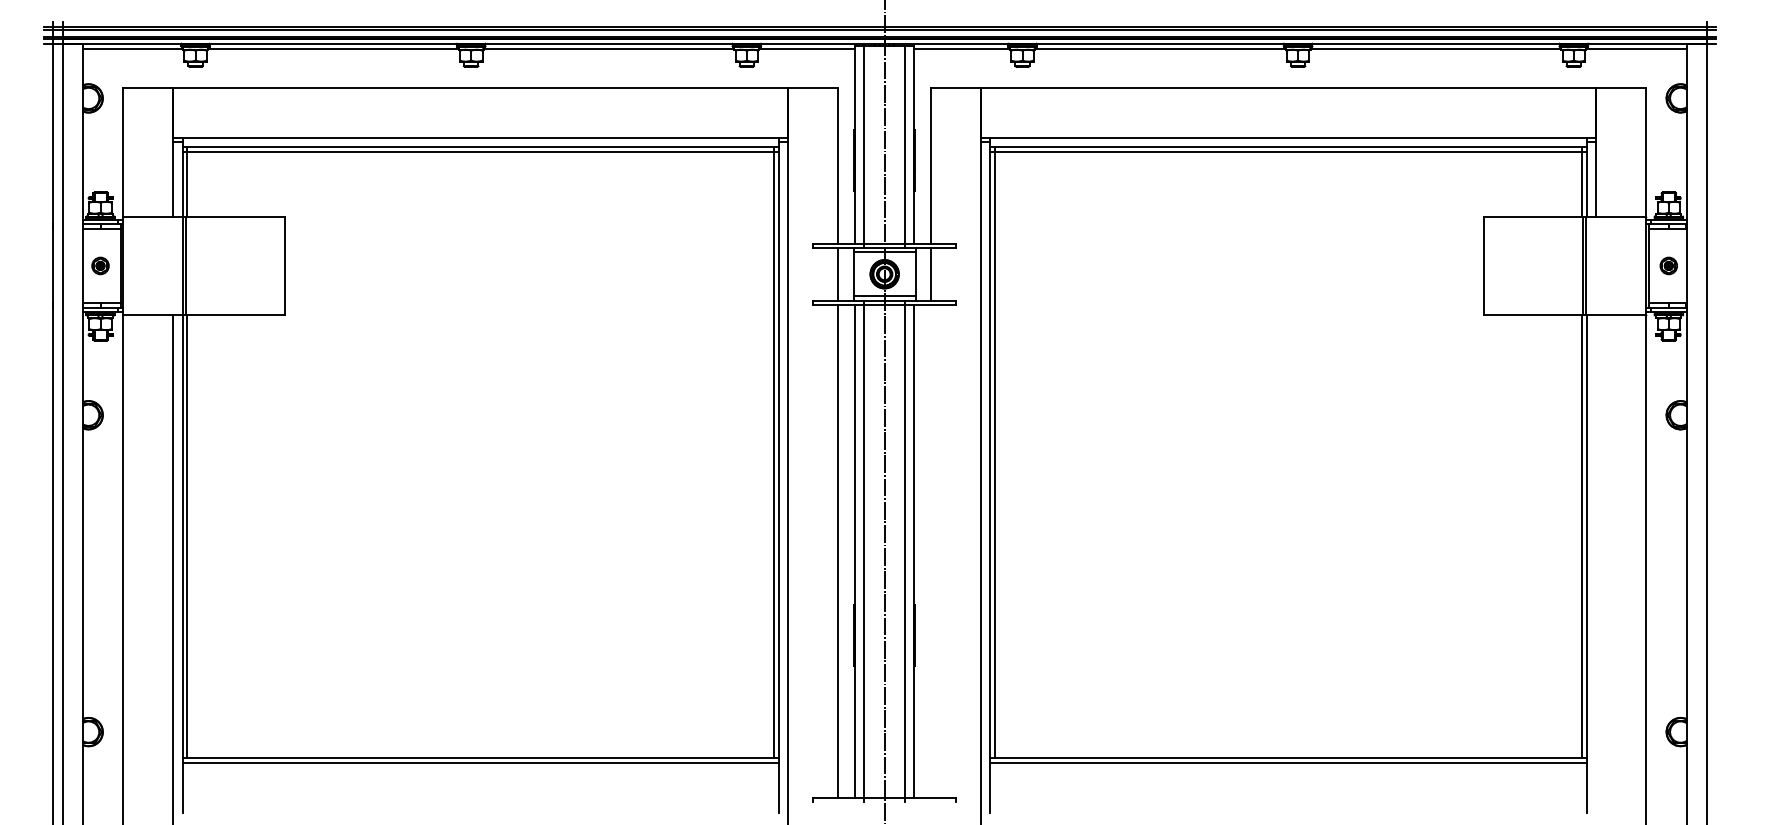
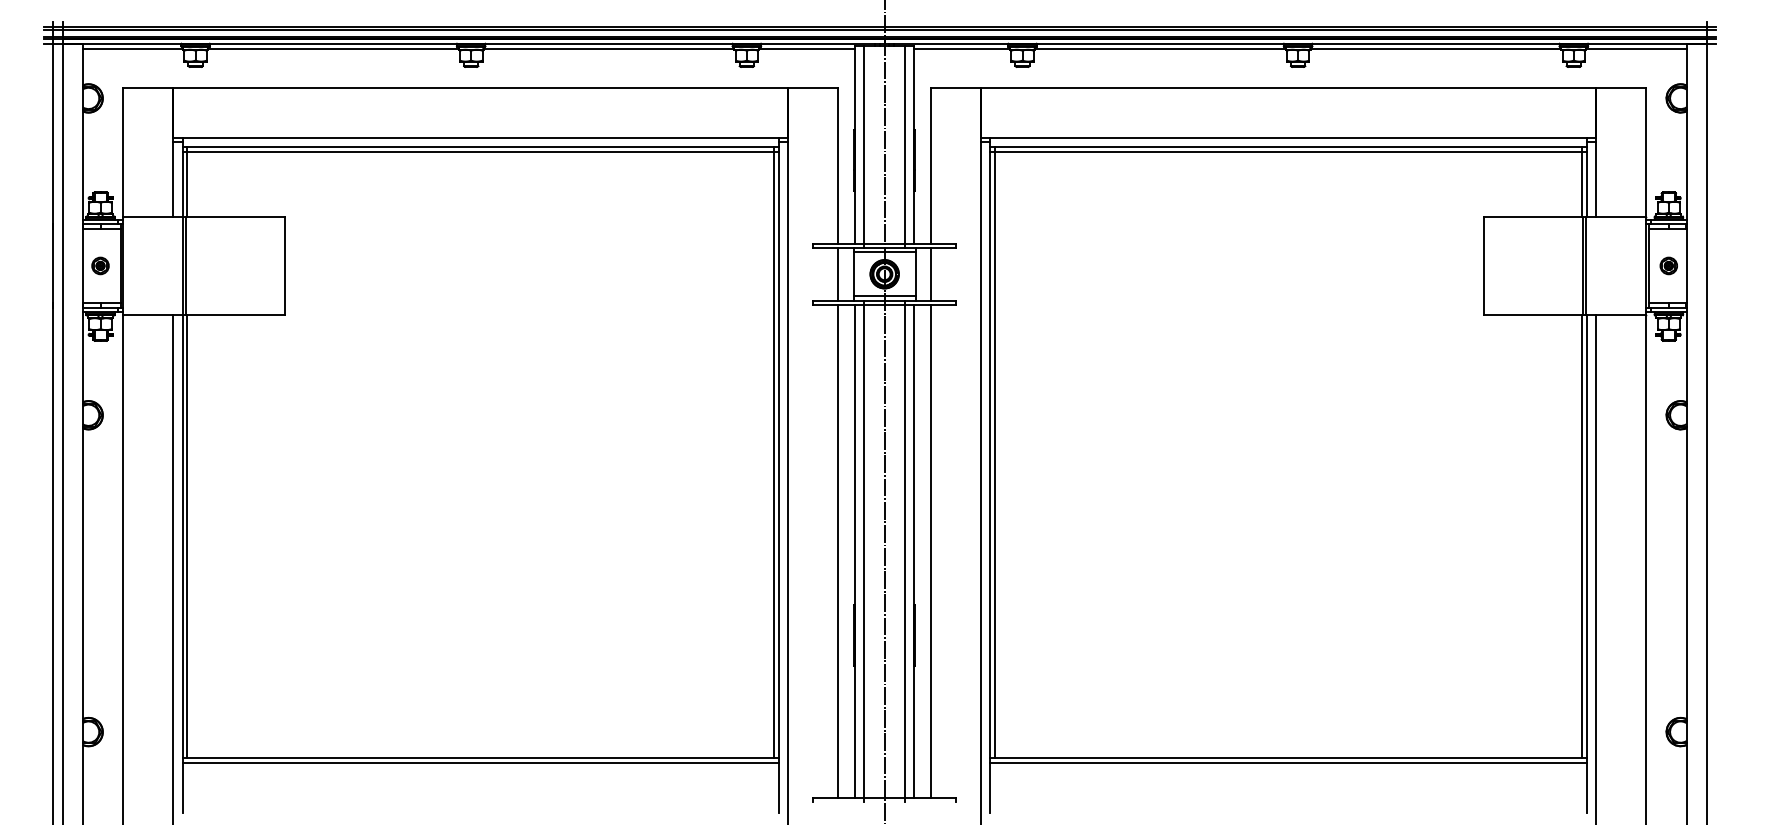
line at (931, 551): none -> present
line at (1596, 567): none -> present
